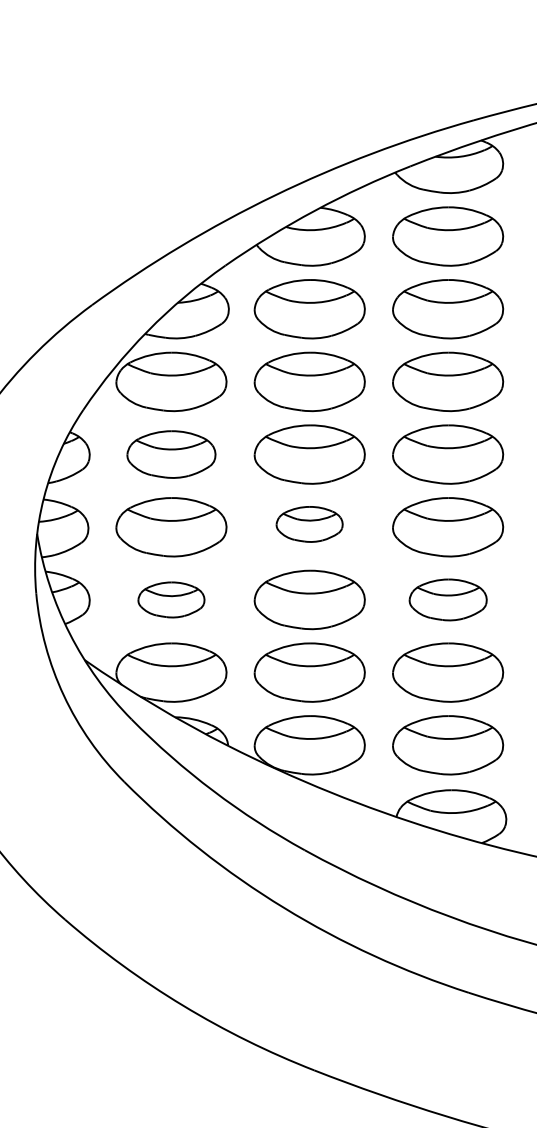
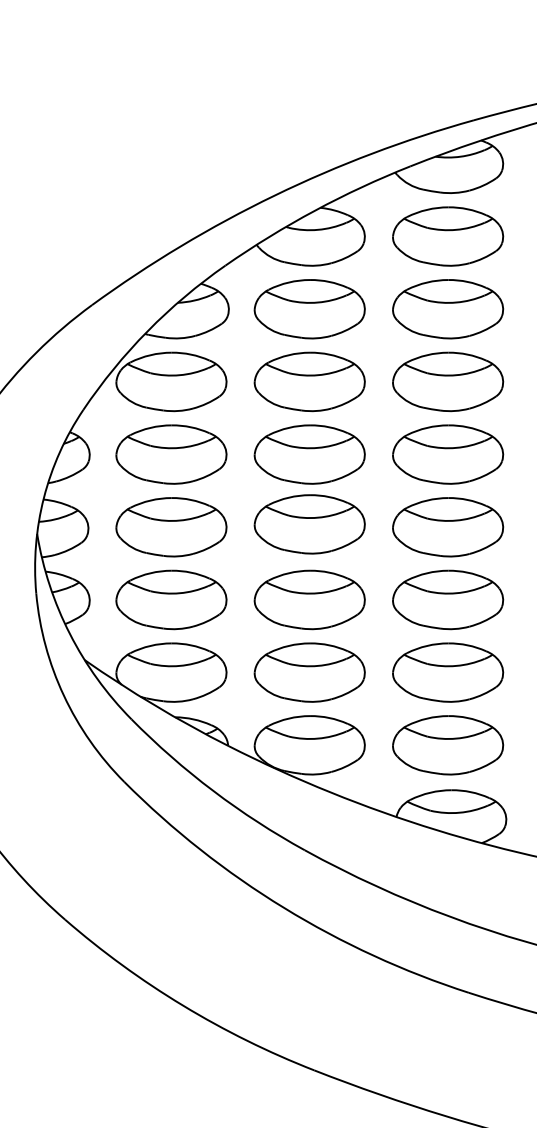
part at (171, 454) size: 91x49 px -> 113x61 px
part at (309, 524) size: 69x37 px -> 113x61 px
part at (171, 599) size: 69x38 px -> 113x62 px
part at (447, 599) size: 80x44 px -> 113x62 px
